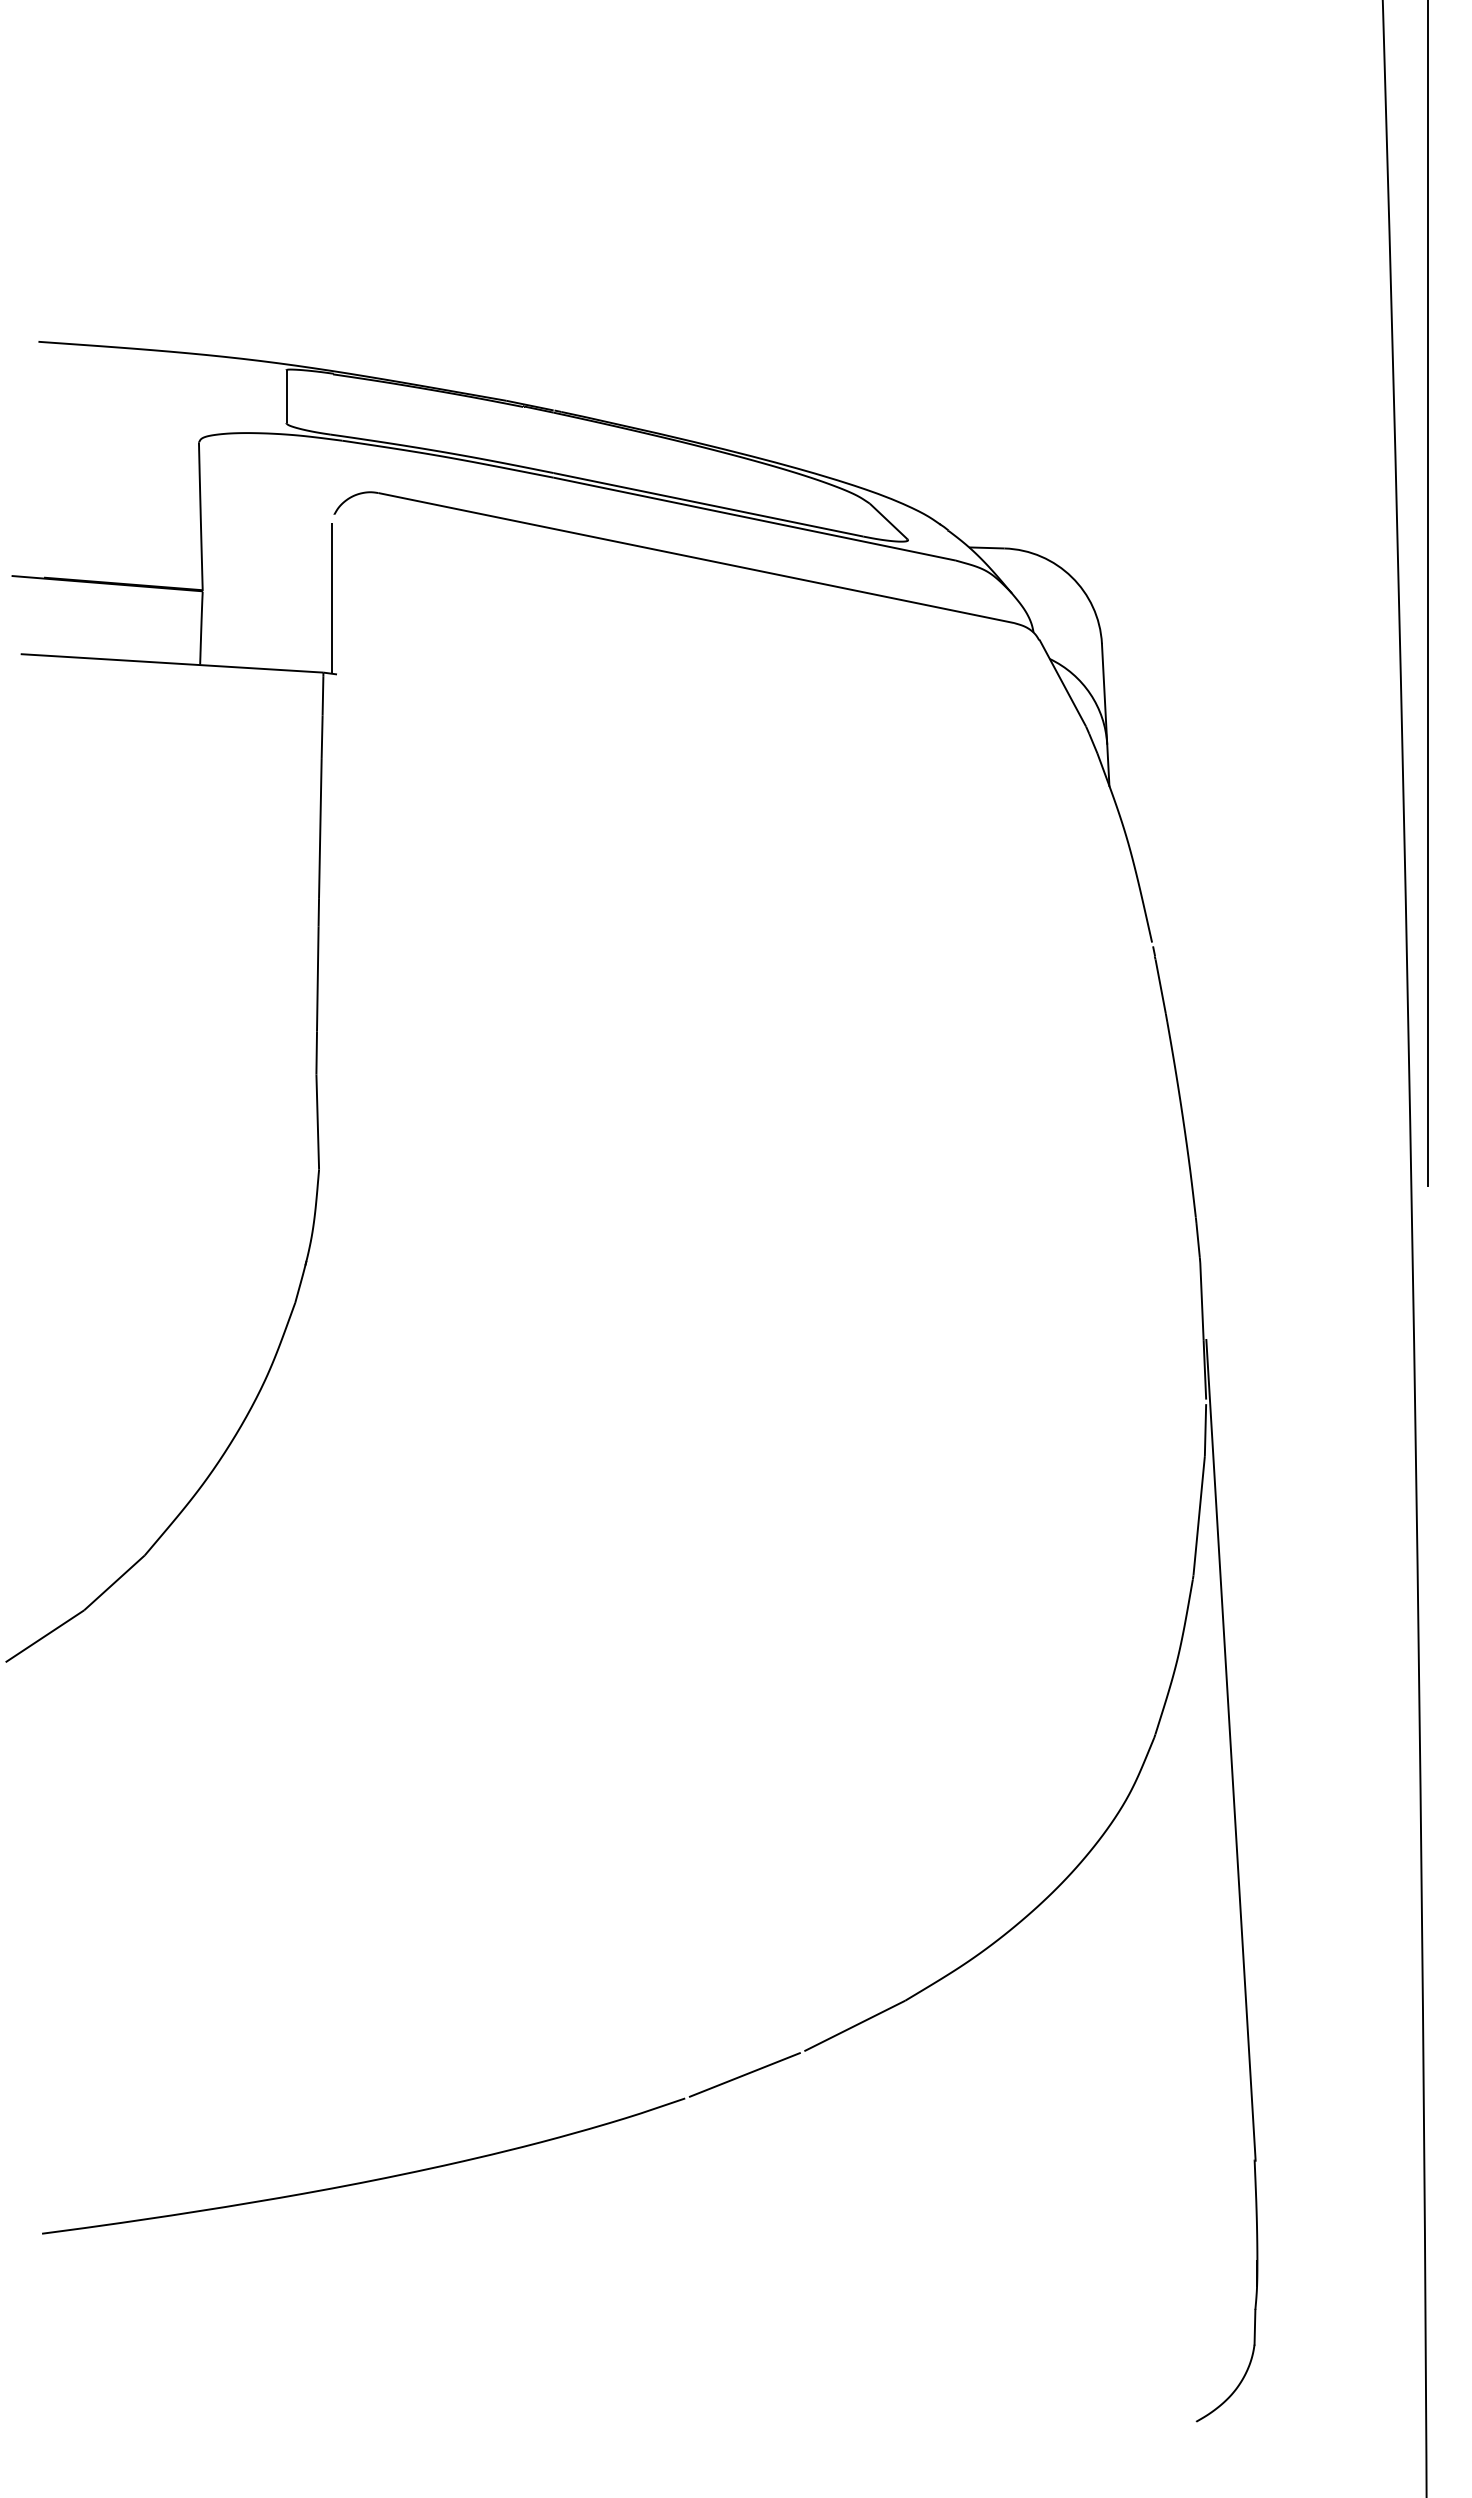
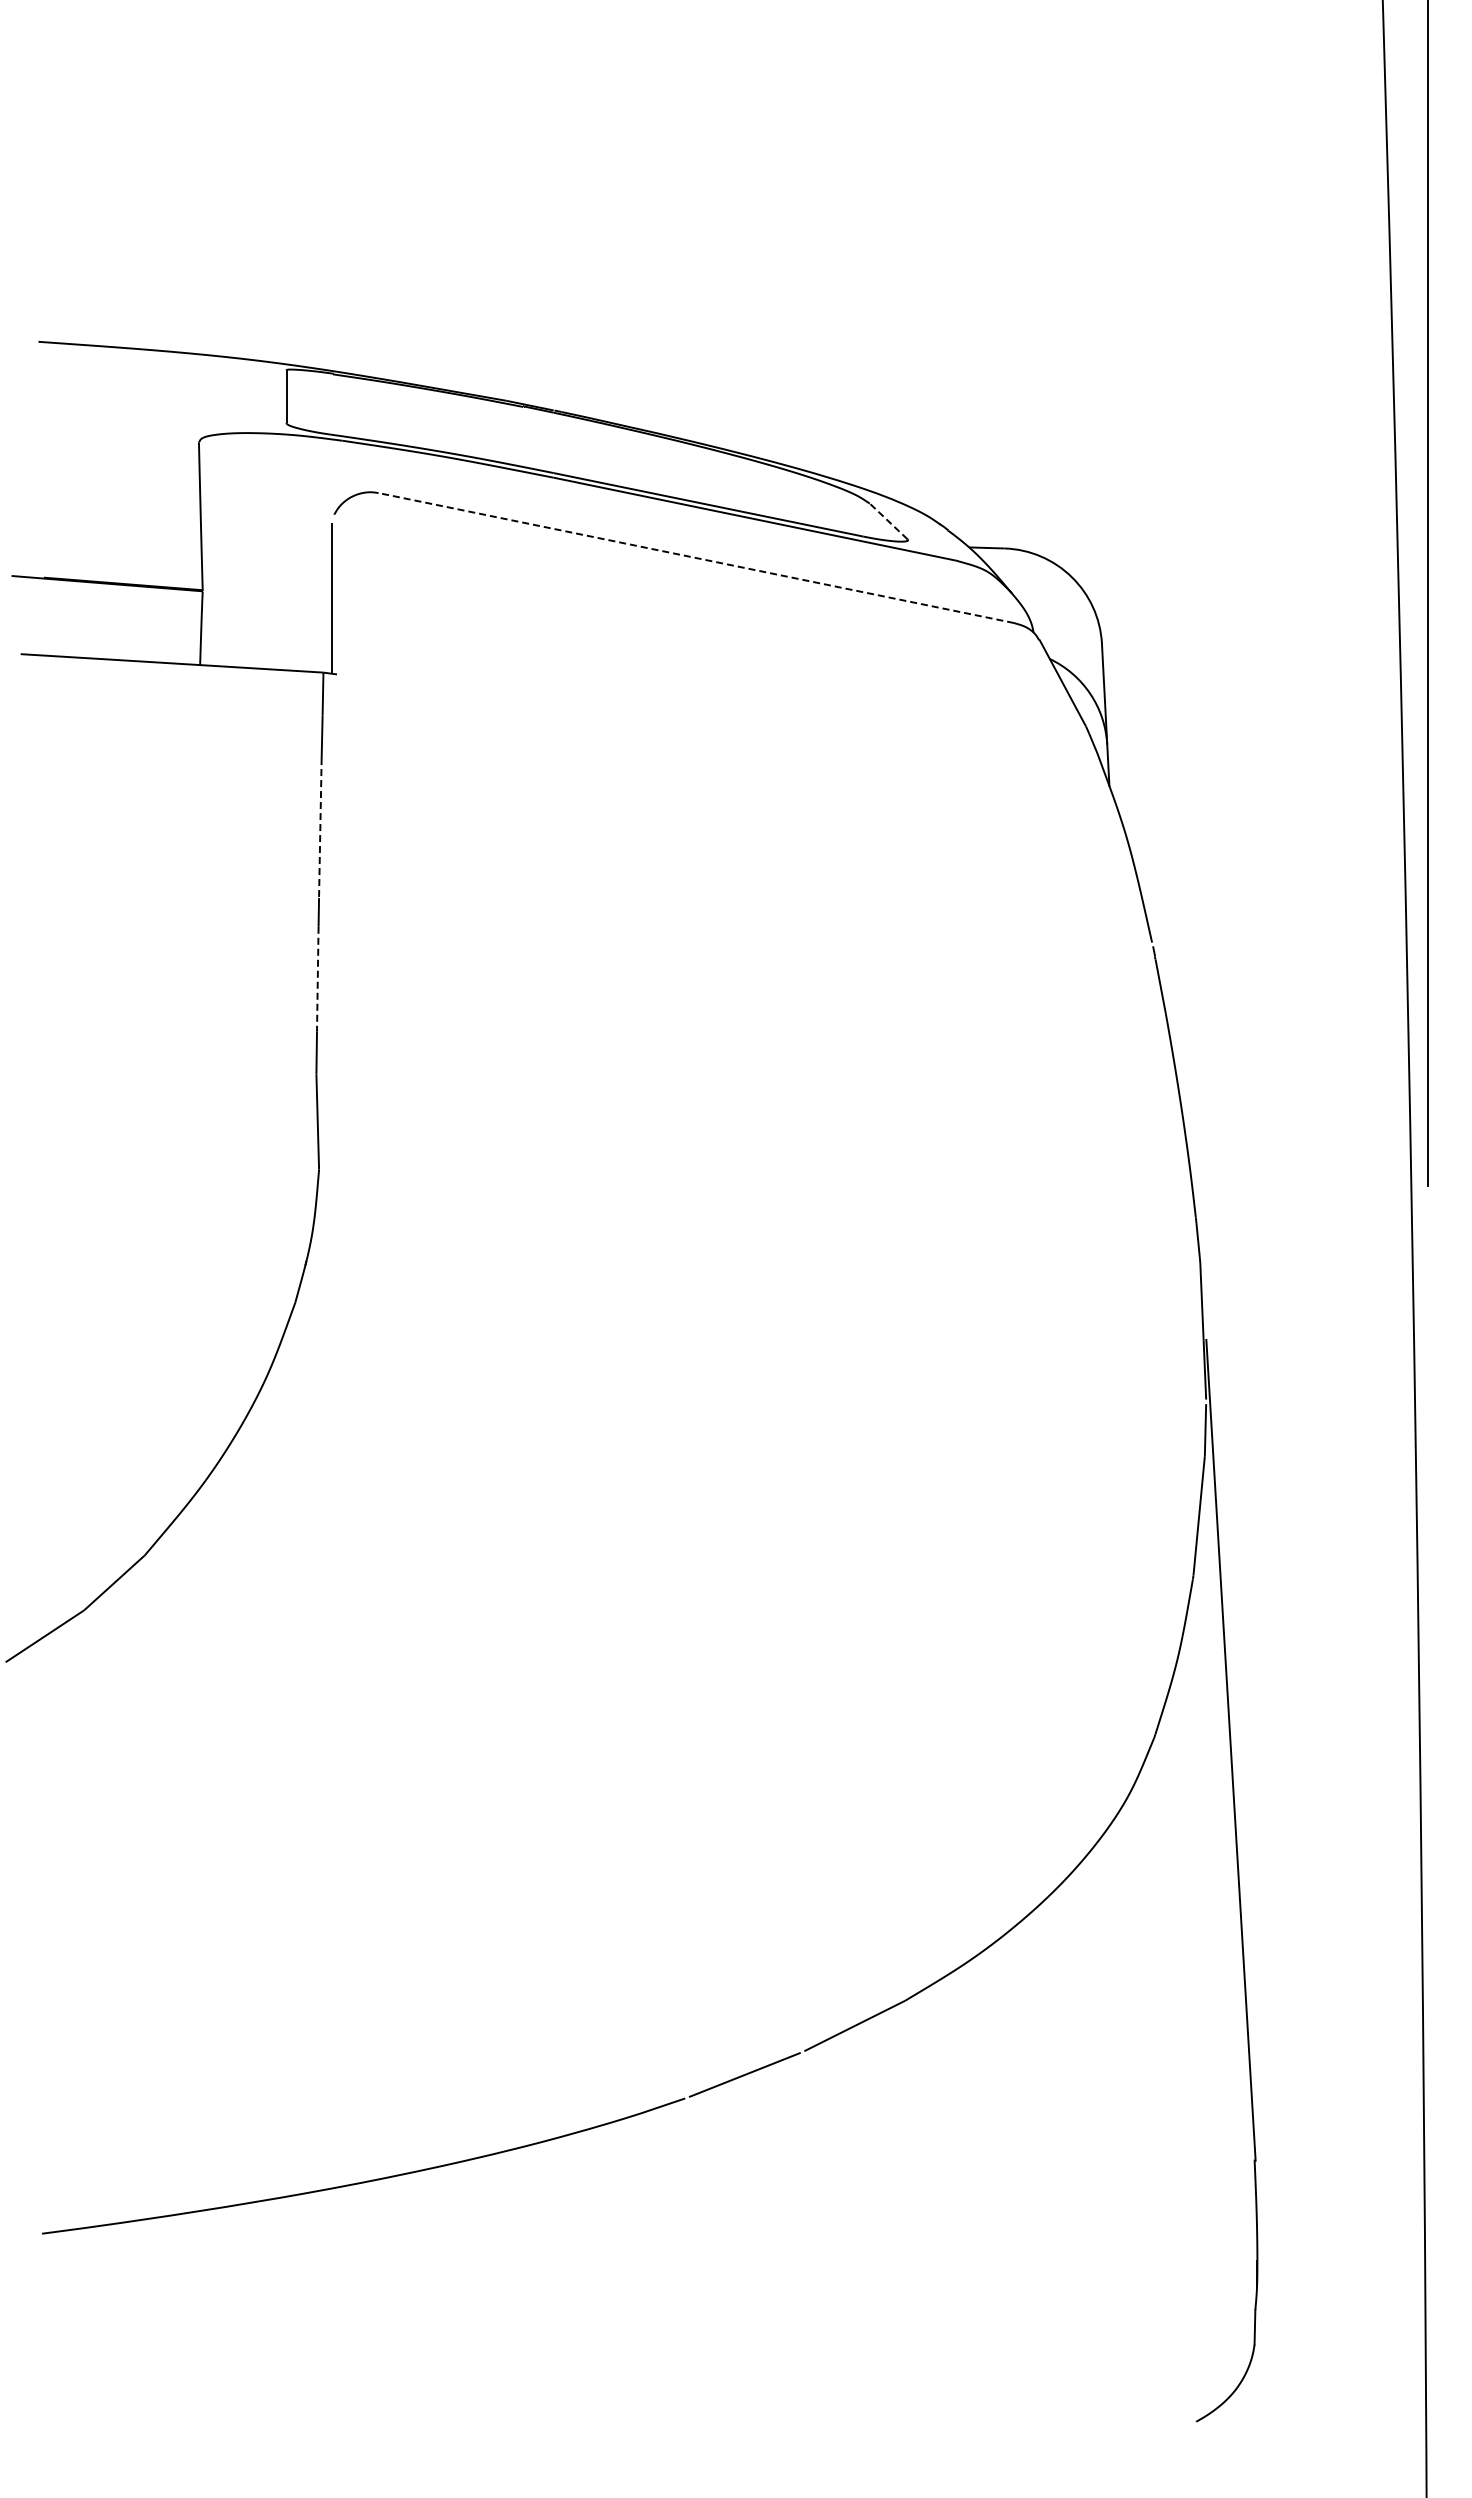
line at (888, 521): solid -> dashed
line at (695, 557): solid -> dashed
line at (320, 828): solid -> dashed
line at (317, 979): solid -> dashed
